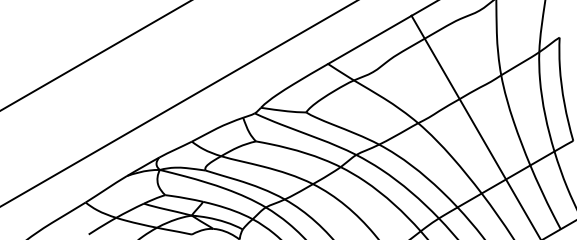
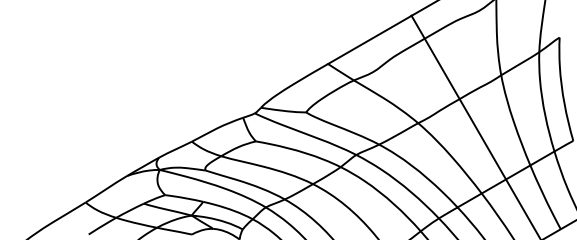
line at (95, 55): present -> none
line at (178, 103): present -> none
